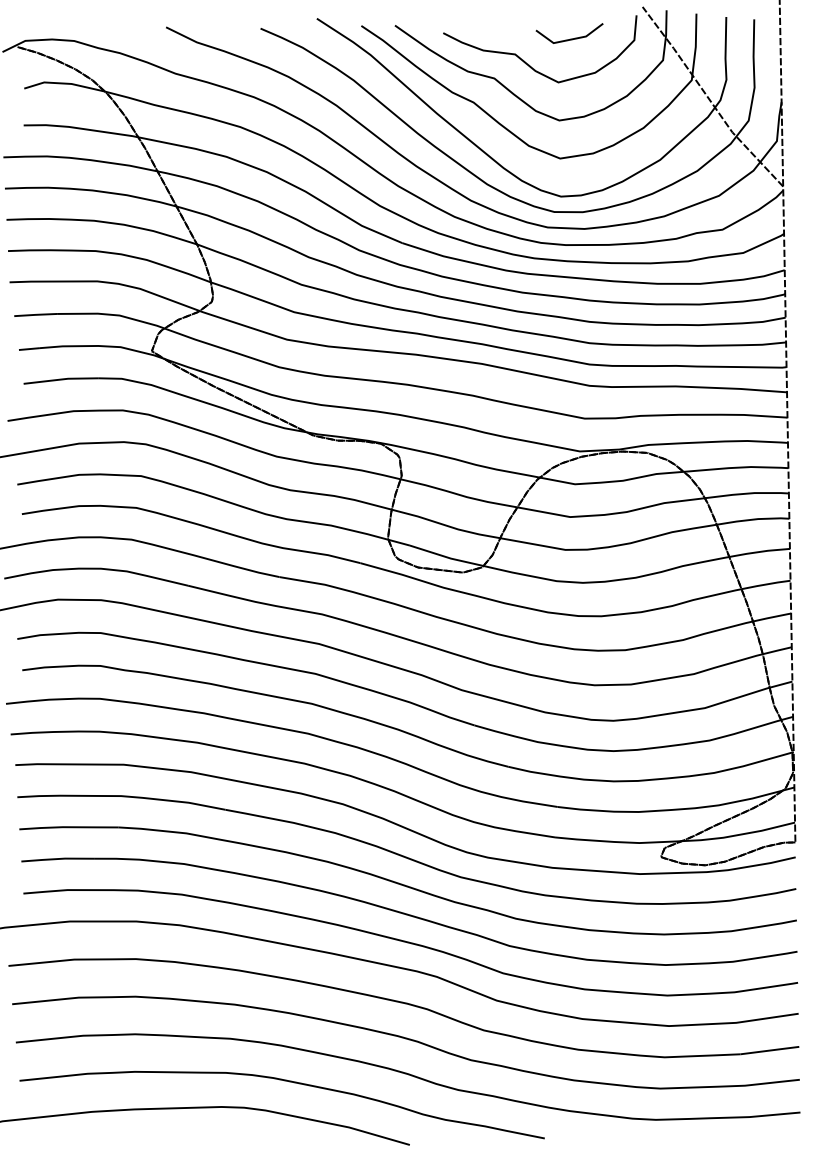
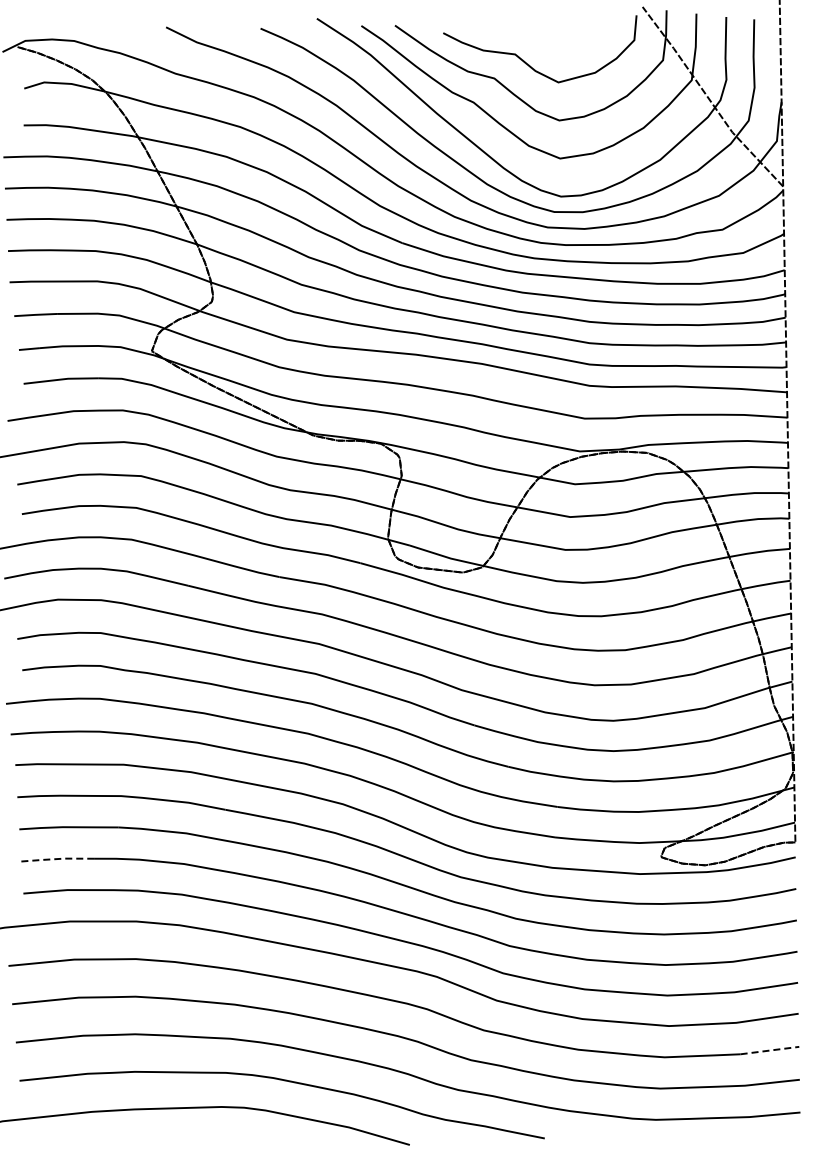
line at (570, 38): present -> none
line at (57, 859): solid -> dashed
line at (770, 1050): solid -> dashed
